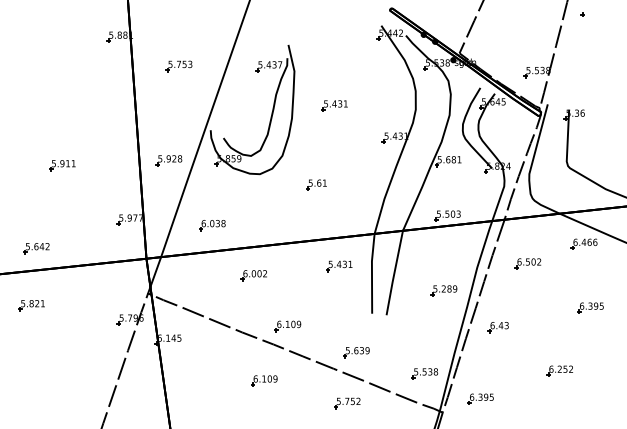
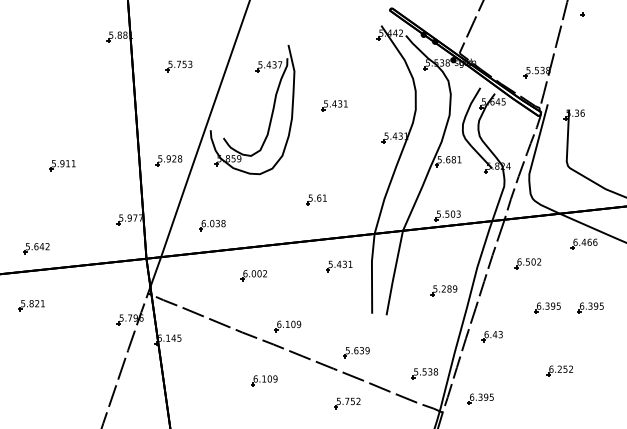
part at (316, 184) position: (316, 184) -> (316, 199)
part at (547, 307): none -> present
part at (497, 327) position: (497, 327) -> (491, 336)
